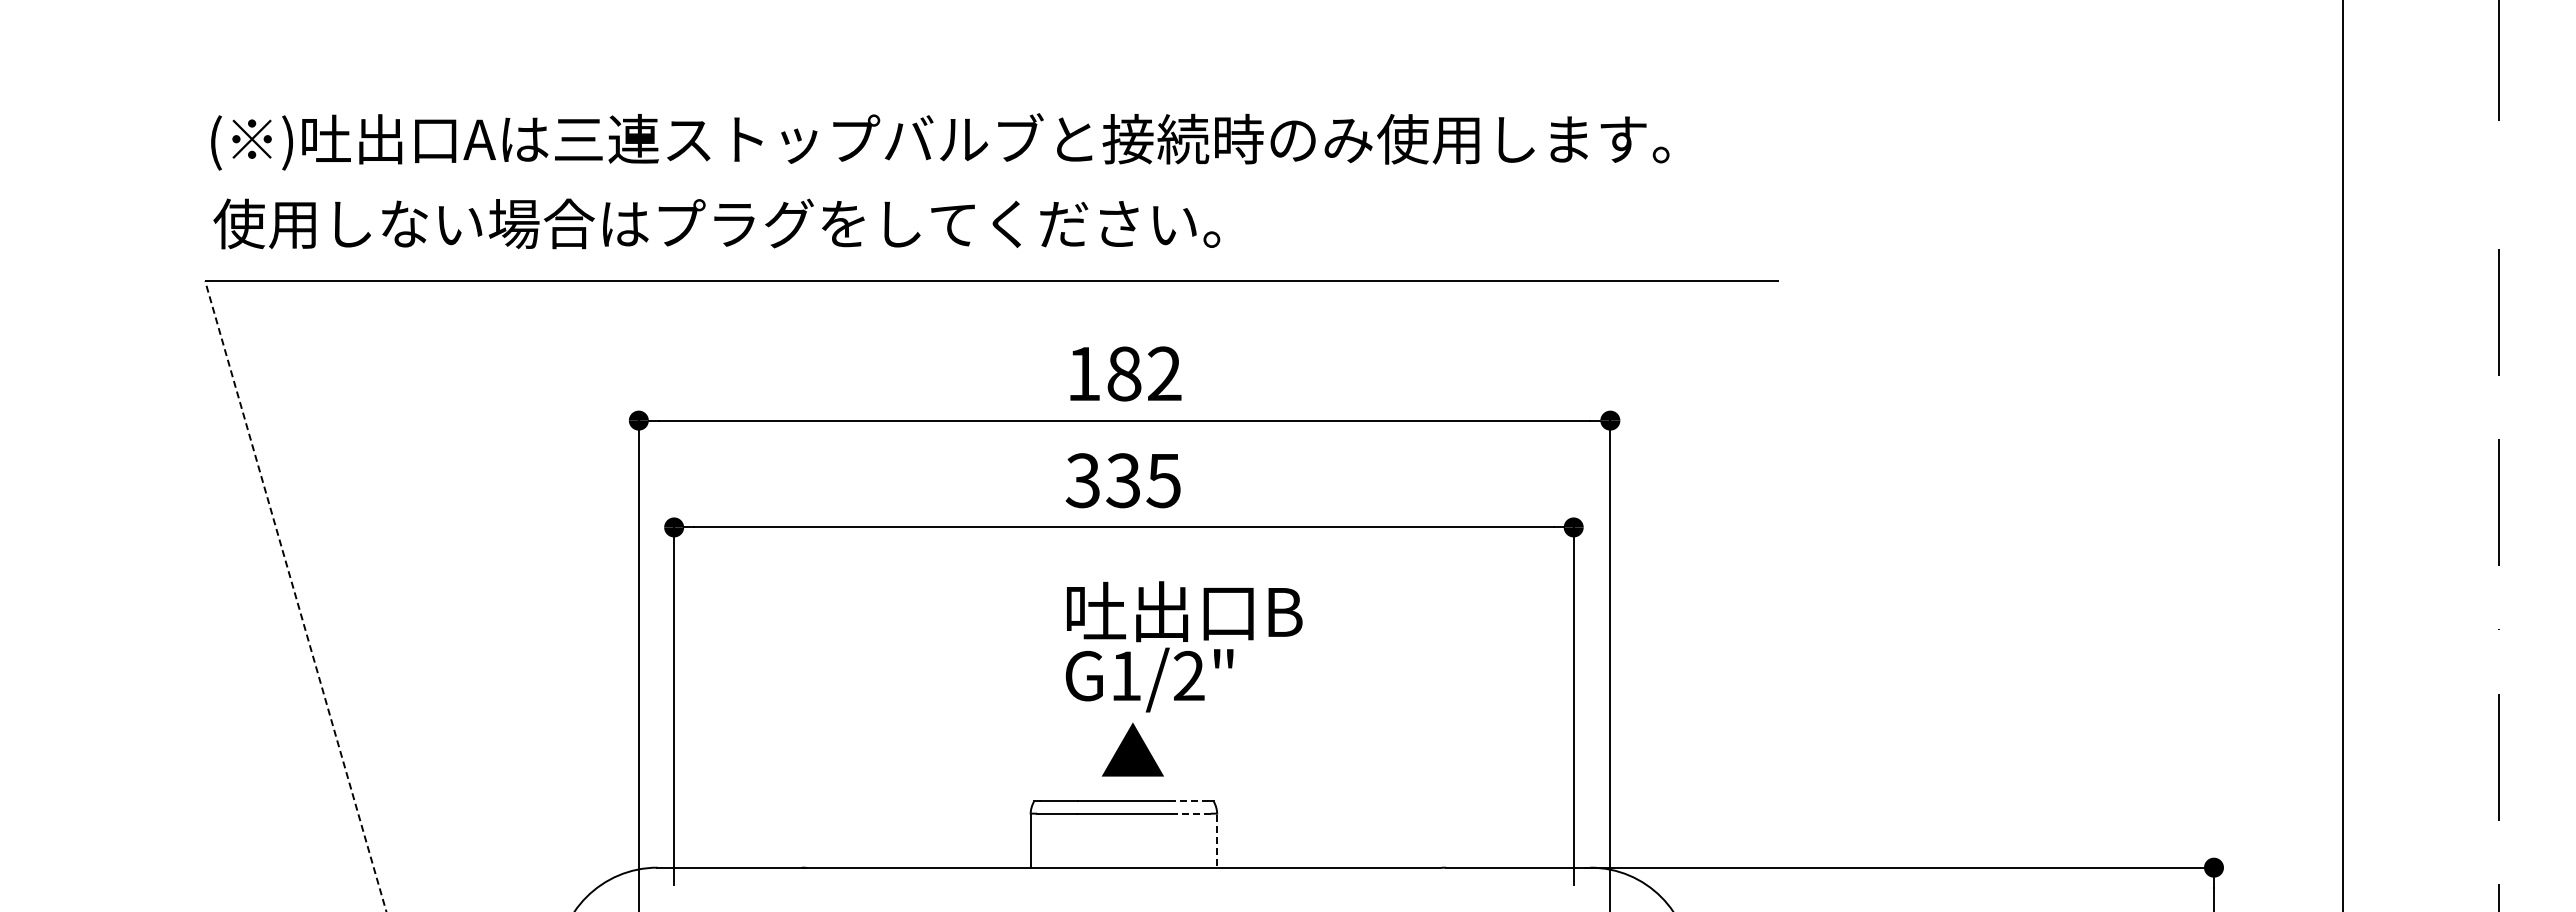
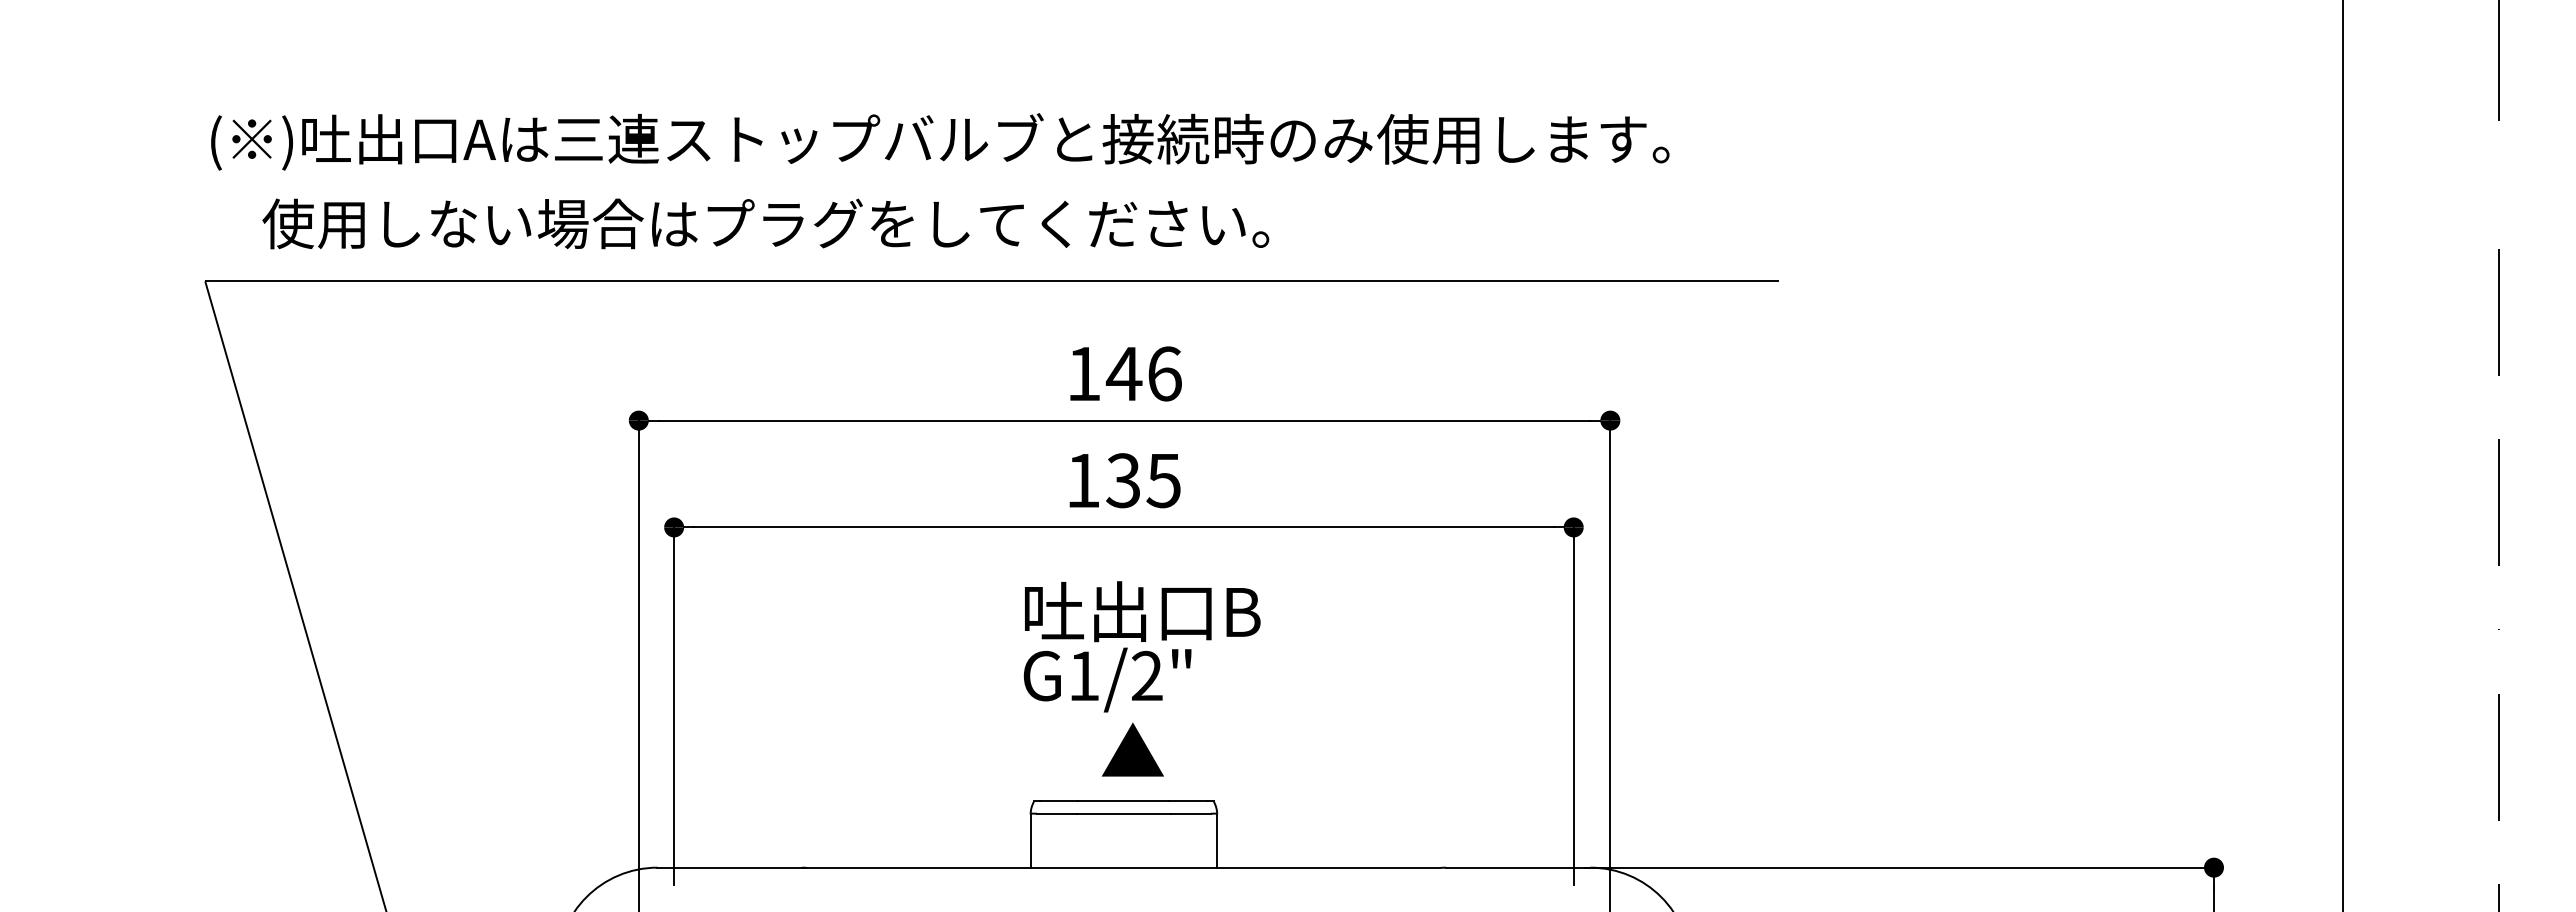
text at (716, 223) position: (716, 223) -> (765, 223)
text at (1143, 373): 182 -> 146
text at (1082, 480): 335 -> 135
line at (295, 596): dashed -> solid
text at (1183, 646) position: (1183, 646) -> (1141, 646)
line at (1189, 801): dashed -> solid
line at (1190, 813): dashed -> solid
line at (1217, 841): dashed -> solid
